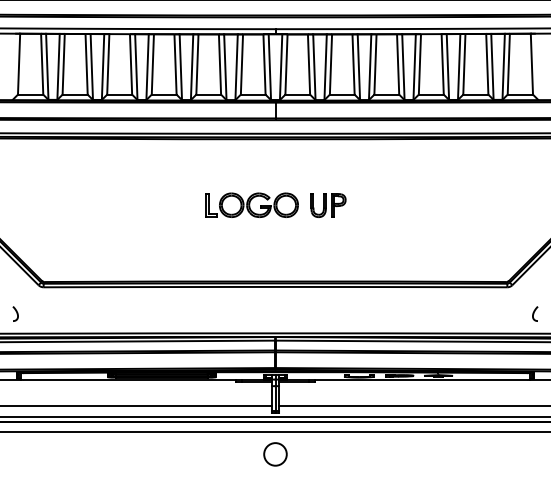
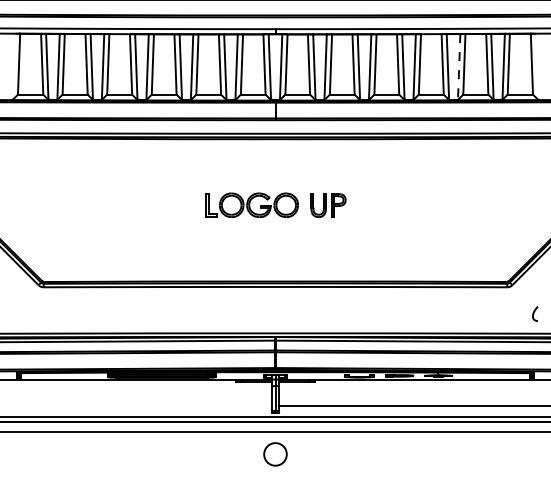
line at (459, 67): solid -> dashed
curve at (16, 313): present -> none
line at (136, 405): present -> none
